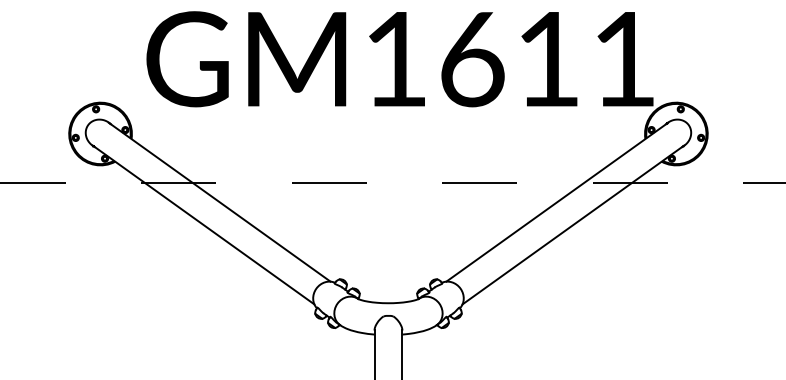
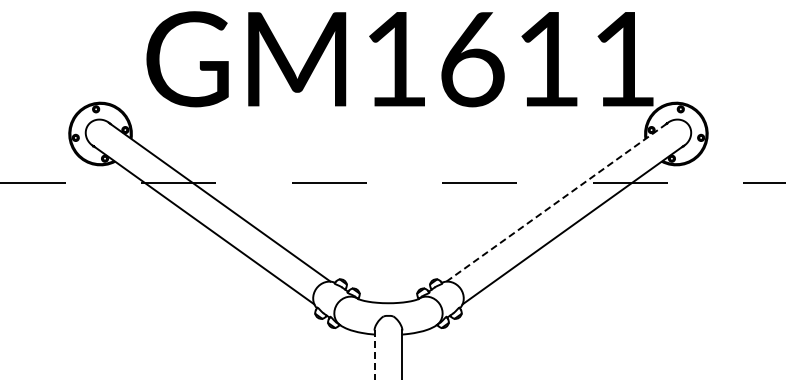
line at (557, 201): solid -> dashed
line at (374, 355): solid -> dashed
